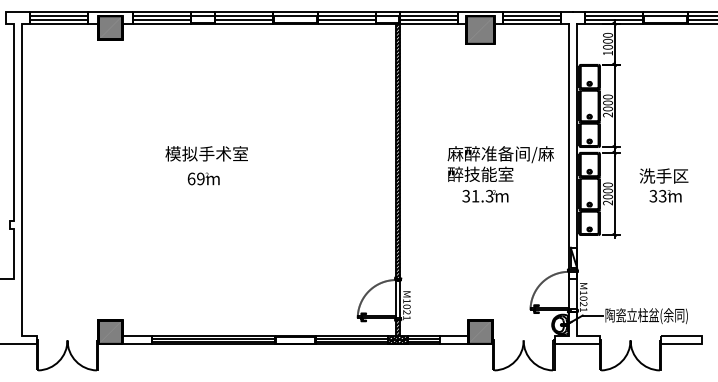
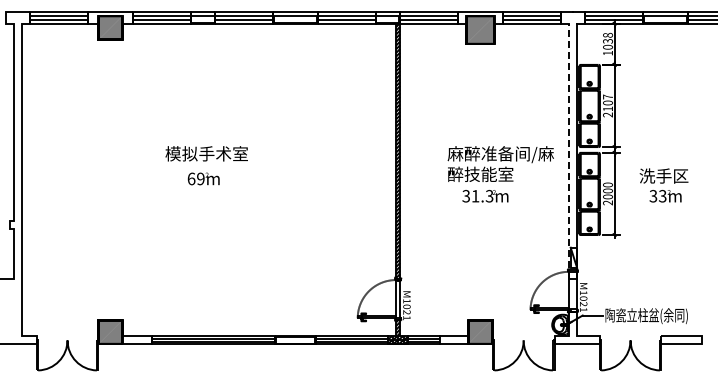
text at (607, 37): 1000 -> 1038
text at (607, 102): 2000 -> 2107
line at (568, 150): solid -> dashed
